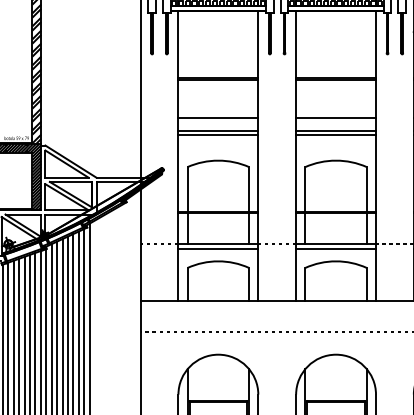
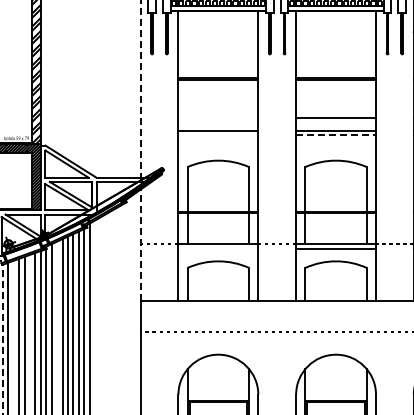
line at (218, 118): present -> none
line at (218, 135): present -> none
line at (336, 135): solid -> dashed
line at (140, 150): solid -> dashed
line at (218, 248): present -> none
line at (57, 326): present -> none
line at (30, 332): present -> none
line at (13, 335): present -> none
line at (2, 339): solid -> dashed
